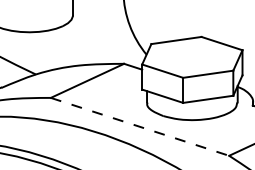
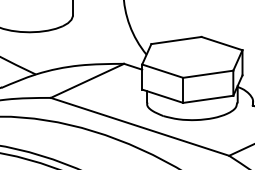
line at (140, 126): dashed -> solid
